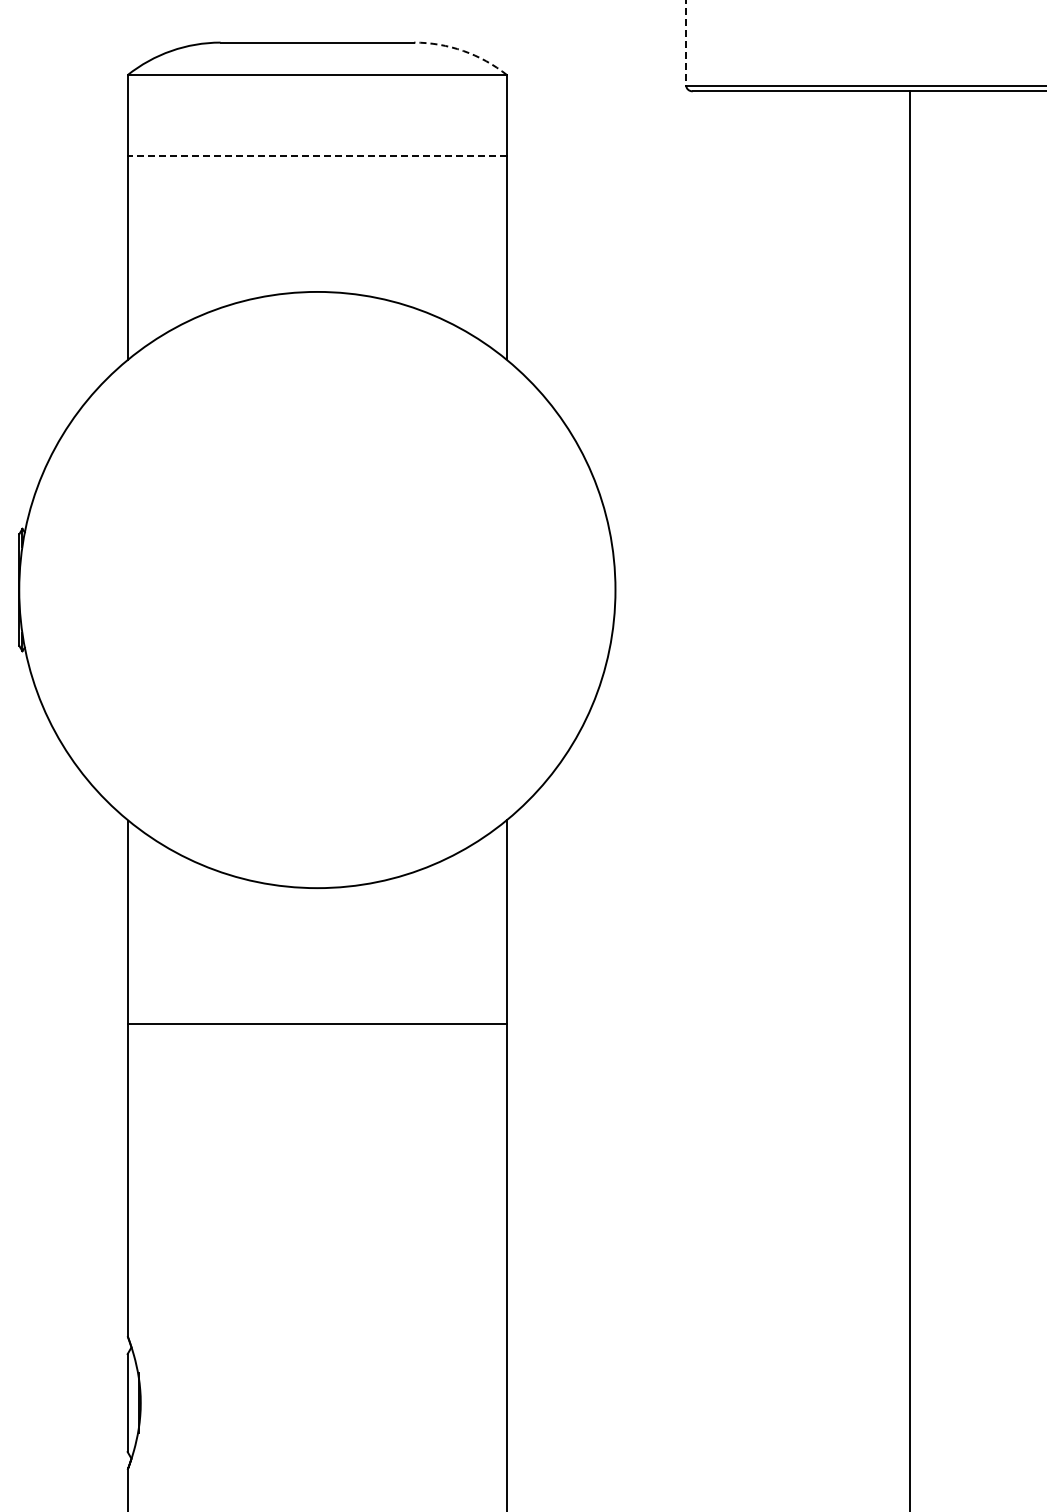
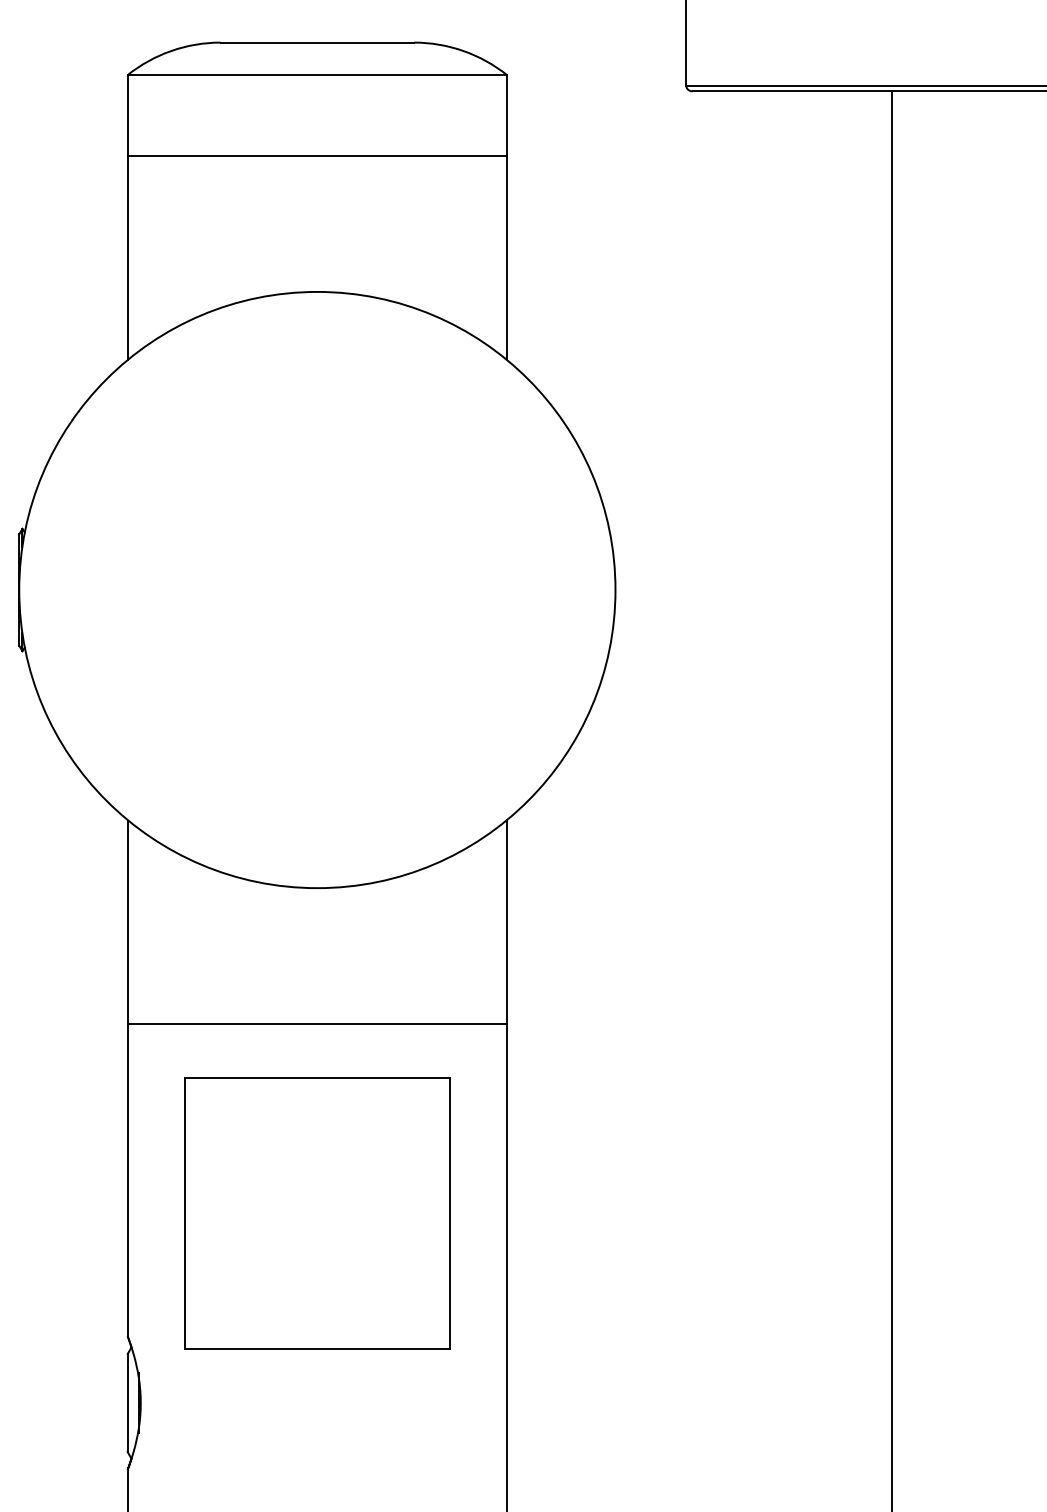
line at (686, 42): dashed -> solid
arc at (463, 50): dashed -> solid
line at (317, 156): dashed -> solid
line at (909, 799) position: (909, 799) -> (891, 799)
part at (317, 1213): none -> present
